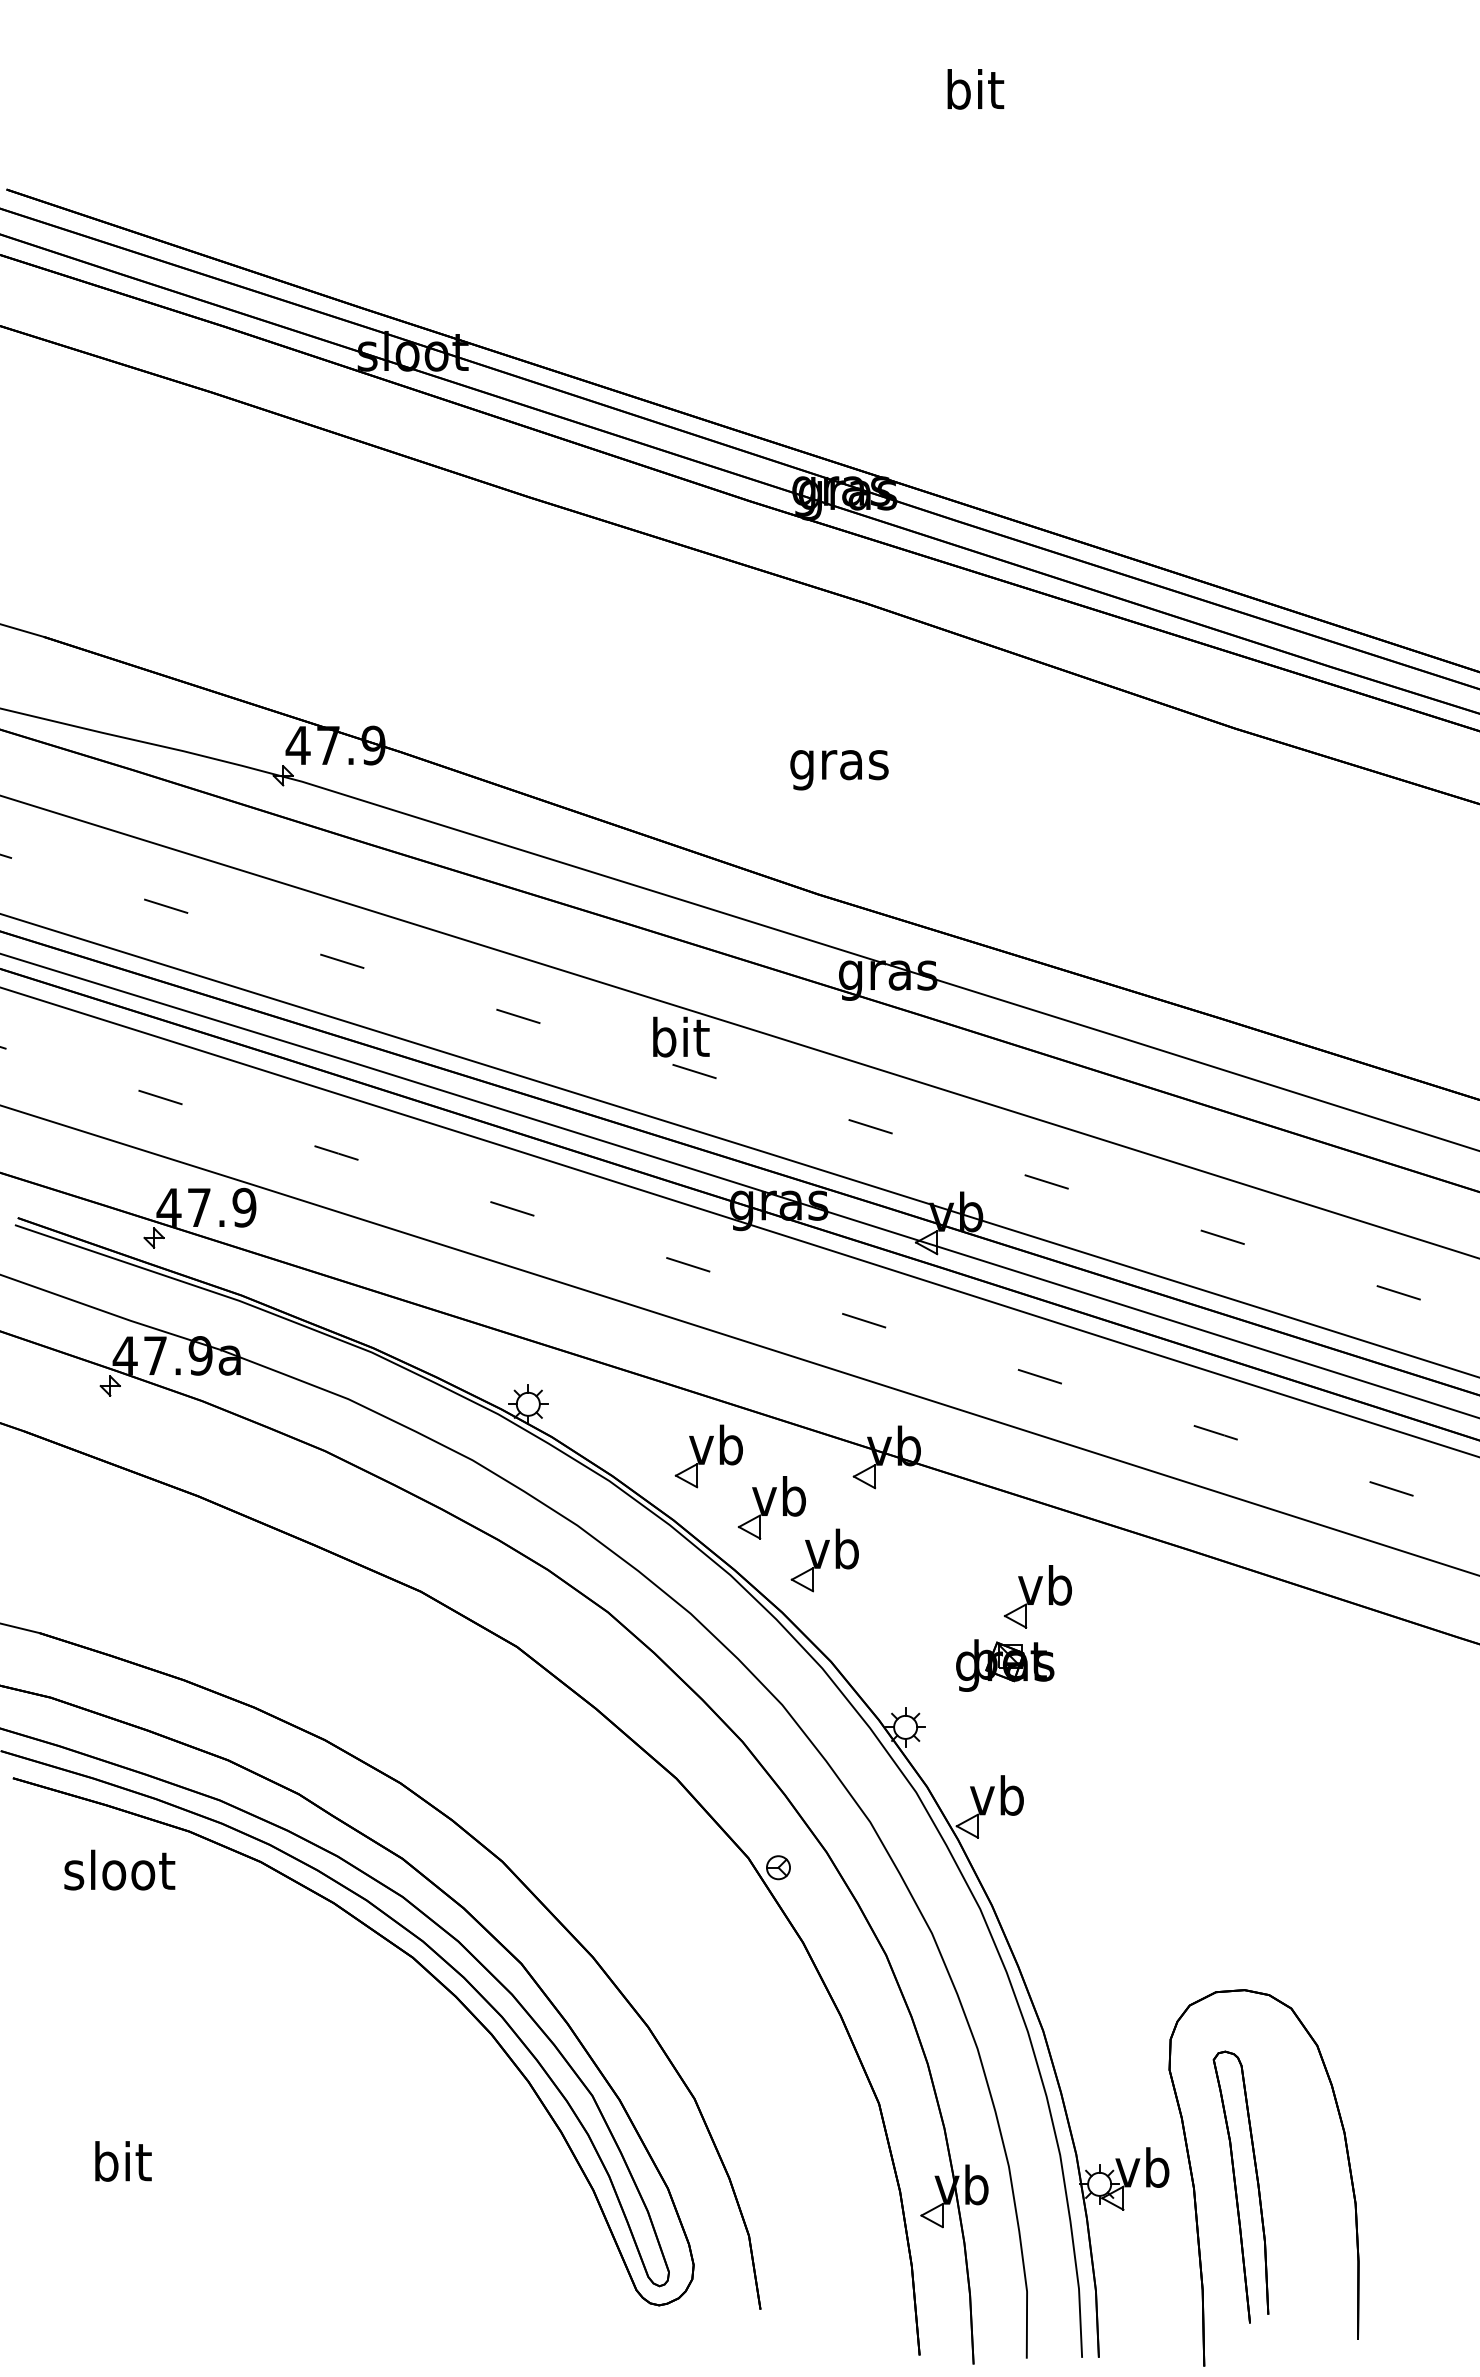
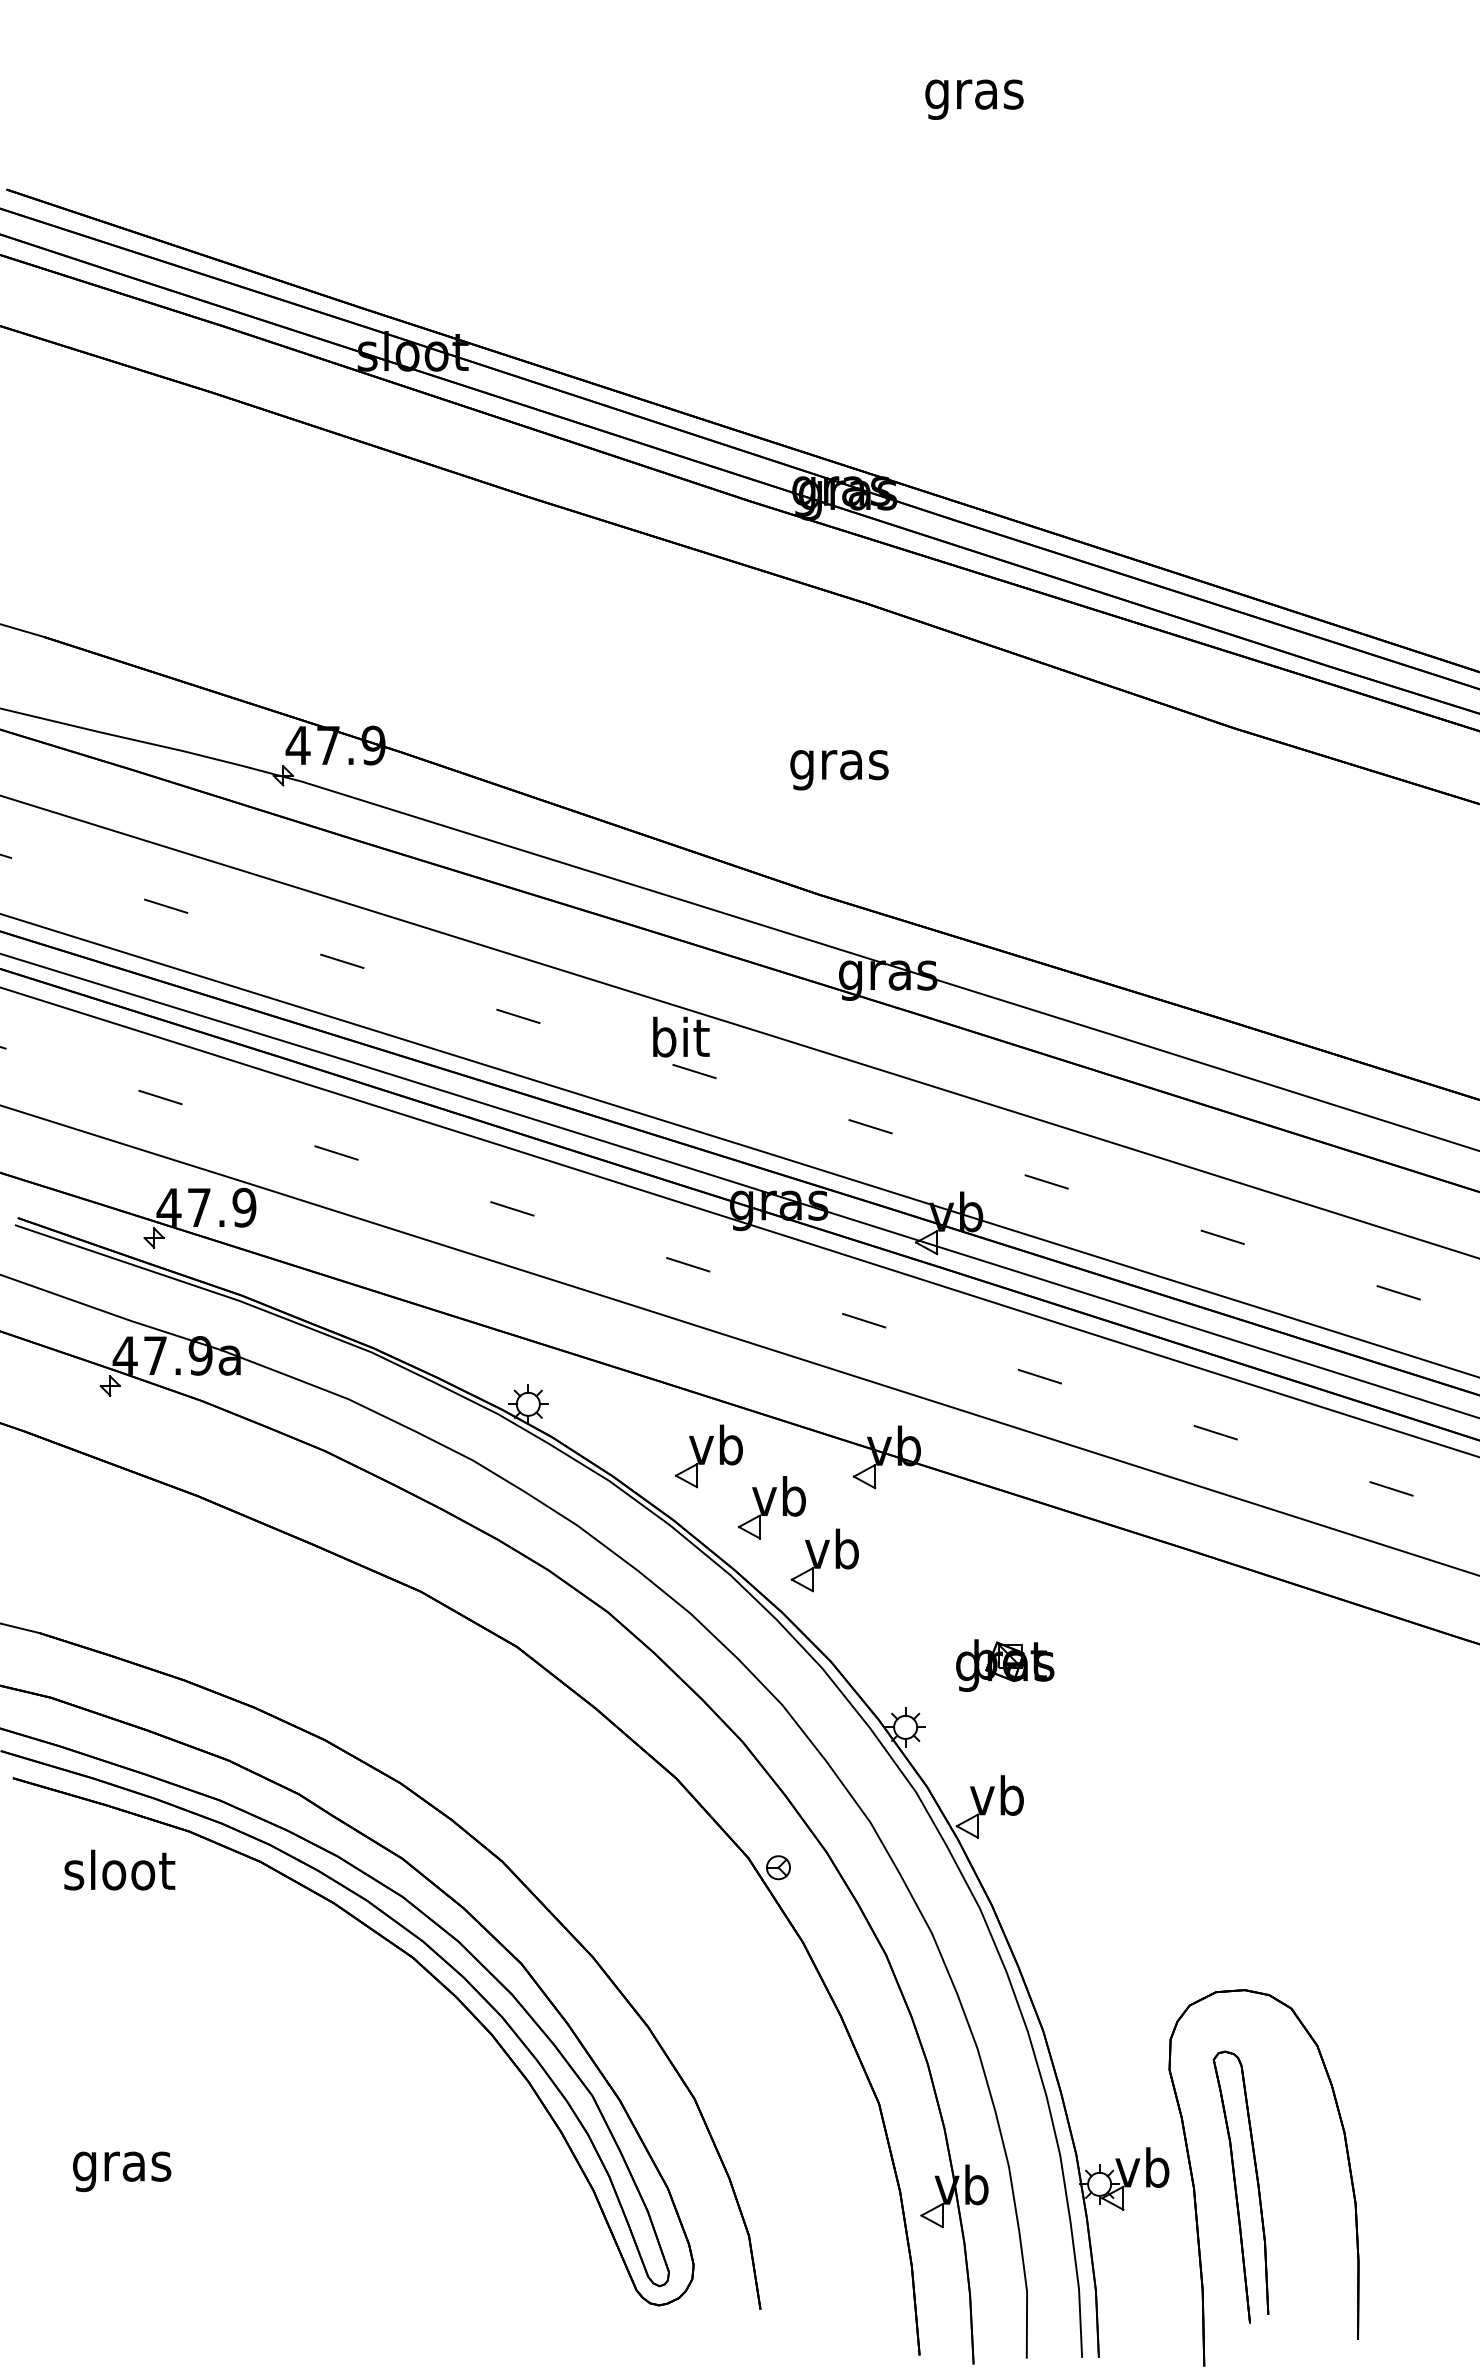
text at (974, 94): bit -> gras
part at (1037, 1596): present -> none
text at (122, 2166): bit -> gras
